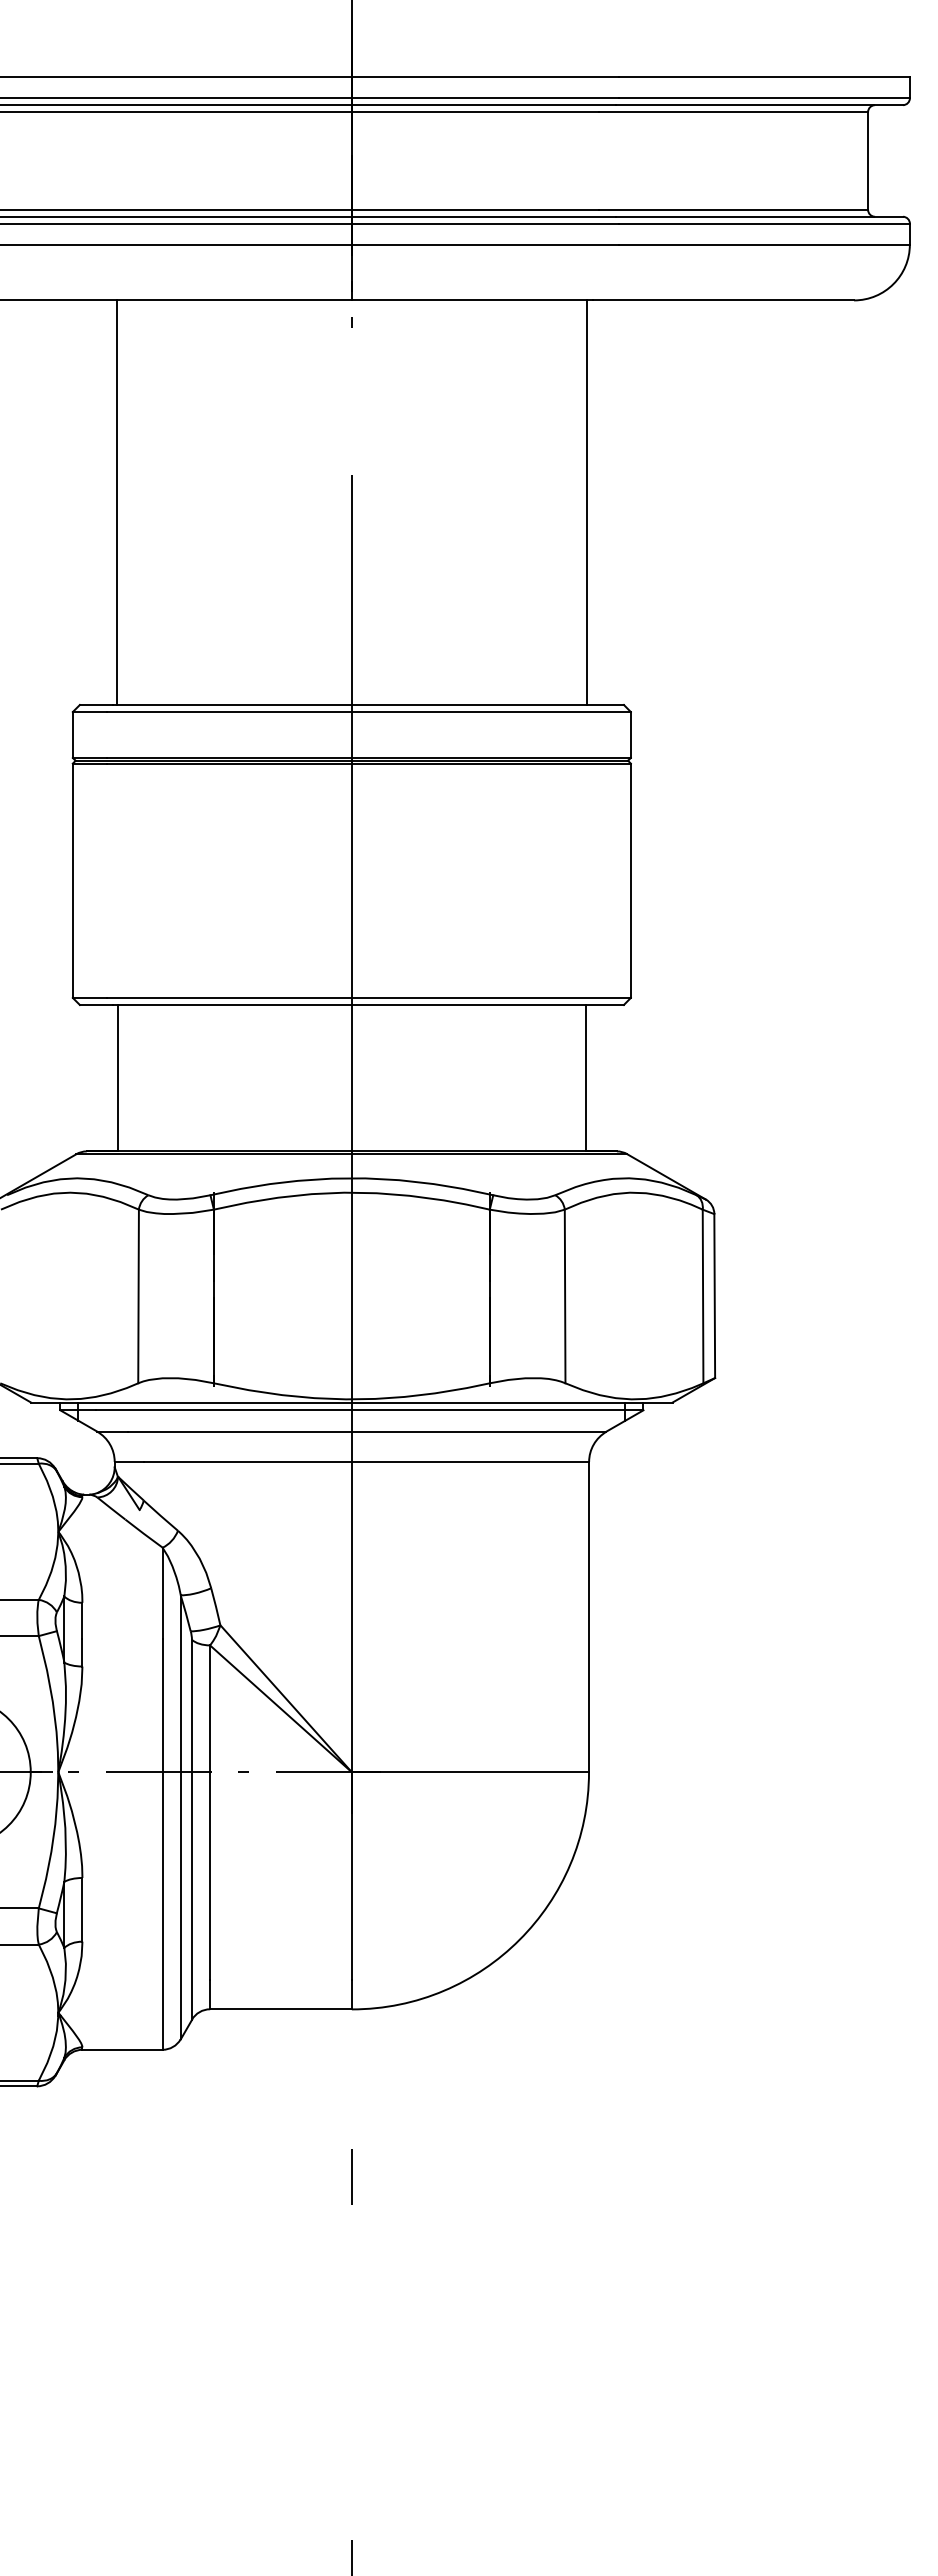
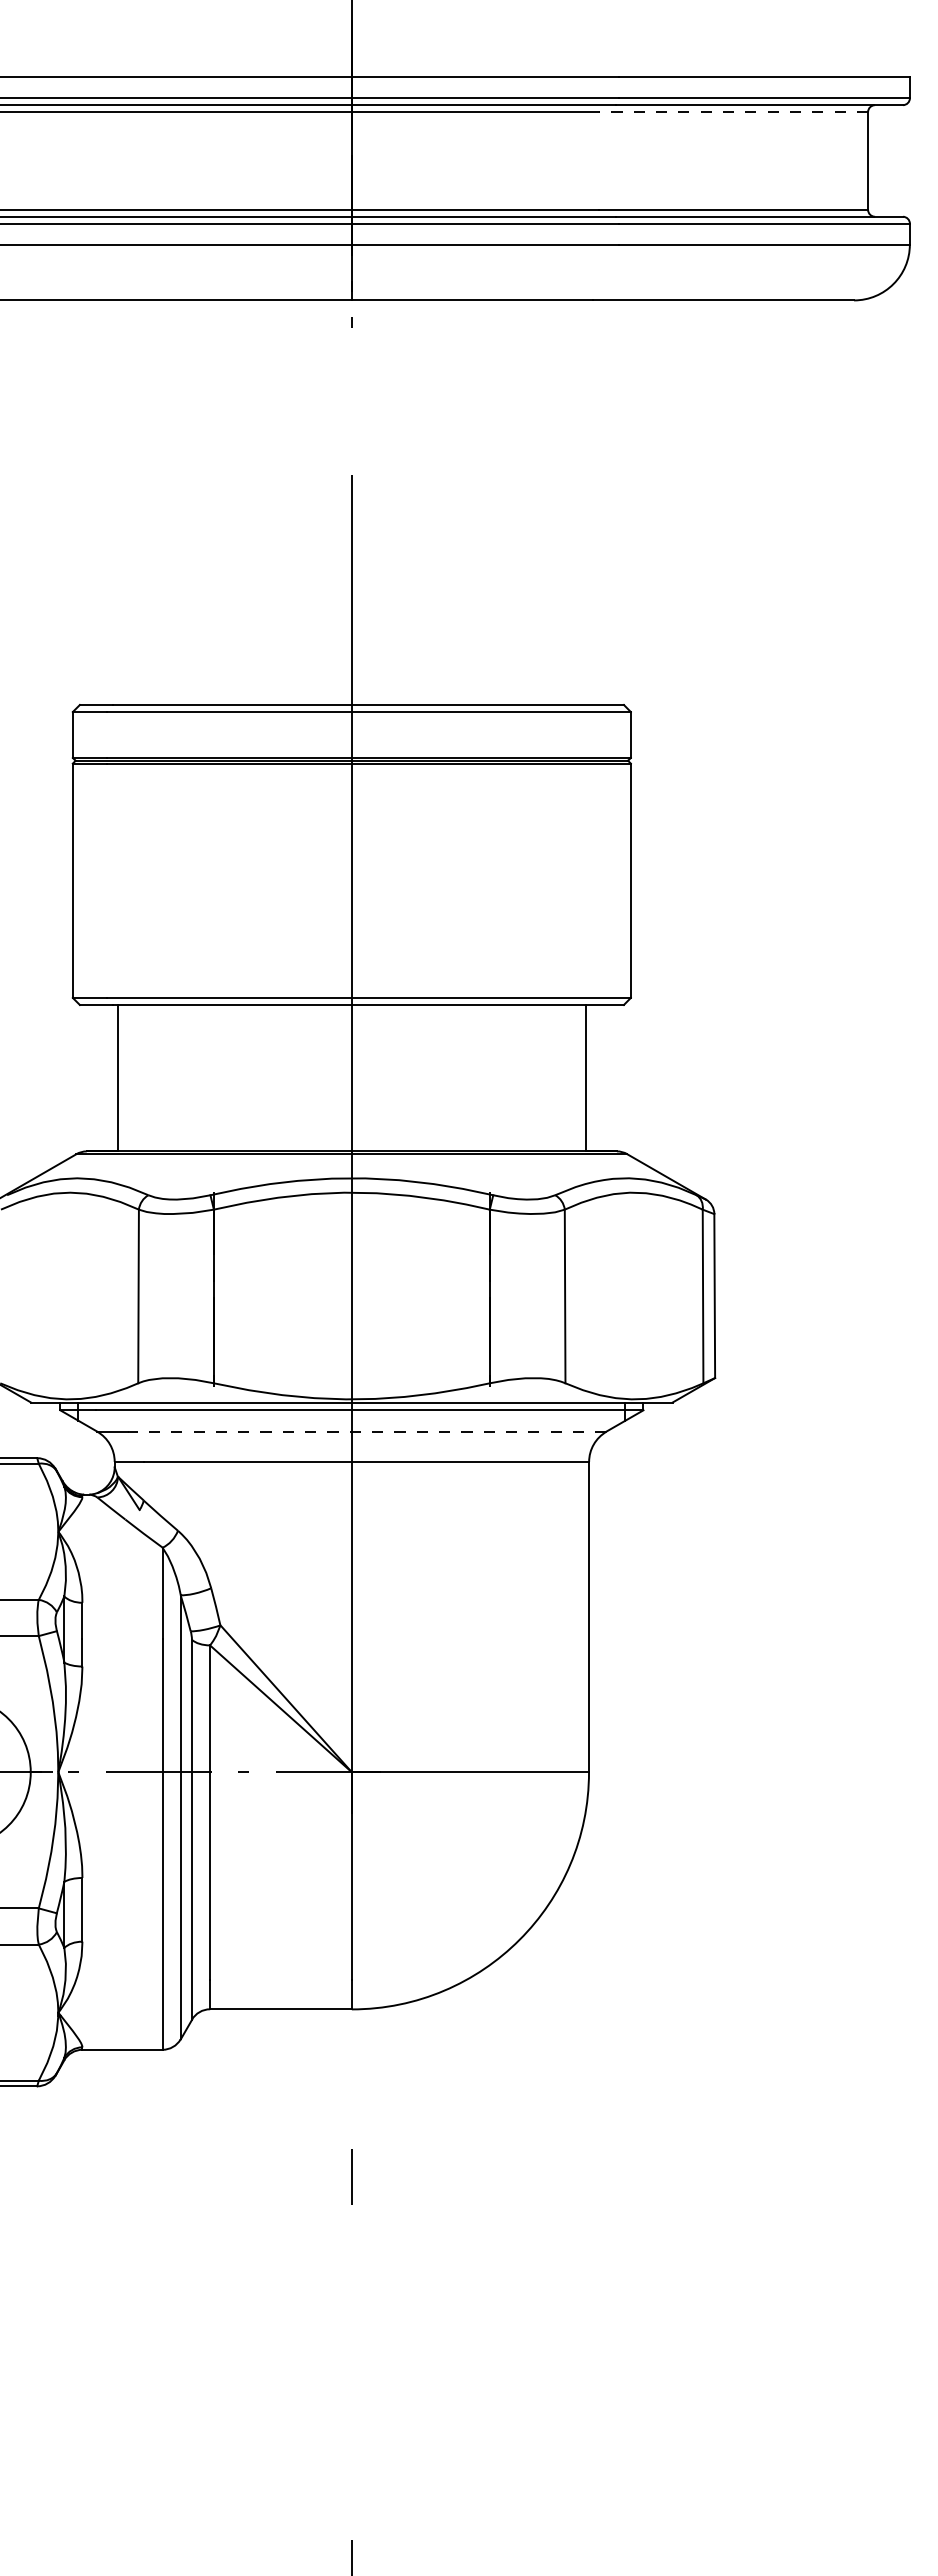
line at (733, 112): solid -> dashed
line at (116, 502): present -> none
line at (586, 502): present -> none
line at (367, 1431): solid -> dashed
